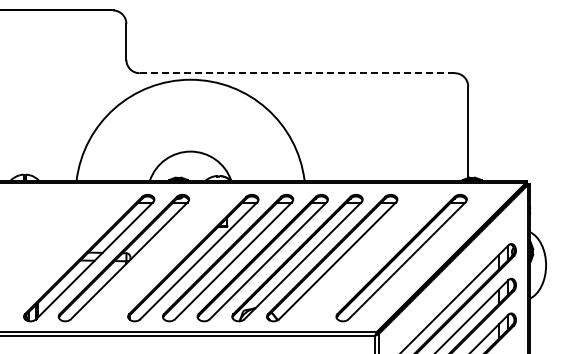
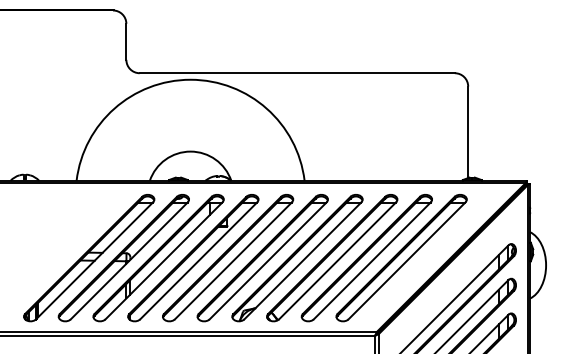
line at (297, 73): dashed -> solid
part at (158, 258): none -> present
part at (366, 258): none -> present
